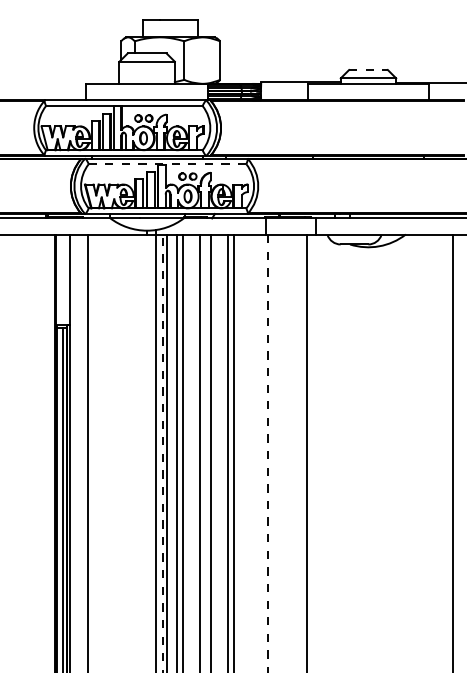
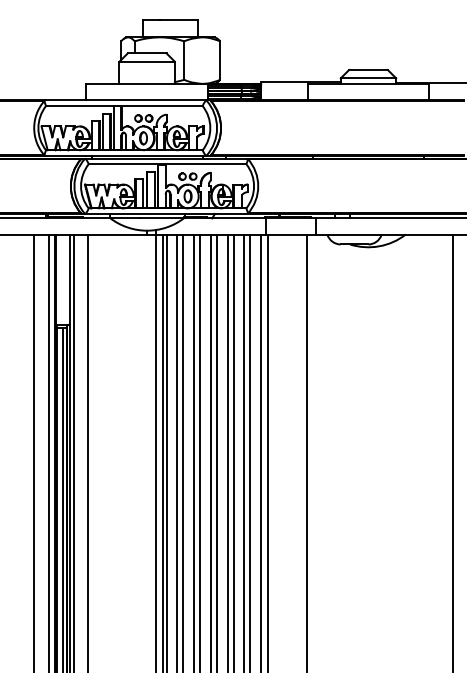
line at (368, 70): dashed -> solid
line at (167, 164): dashed -> solid
line at (33, 452): none -> present
line at (49, 452): none -> present
line at (73, 452): none -> present
line at (193, 452): none -> present
line at (216, 452): none -> present
line at (244, 452): none -> present
line at (250, 452): none -> present
line at (261, 452): none -> present
line at (162, 454): dashed -> solid
line at (268, 454): dashed -> solid
